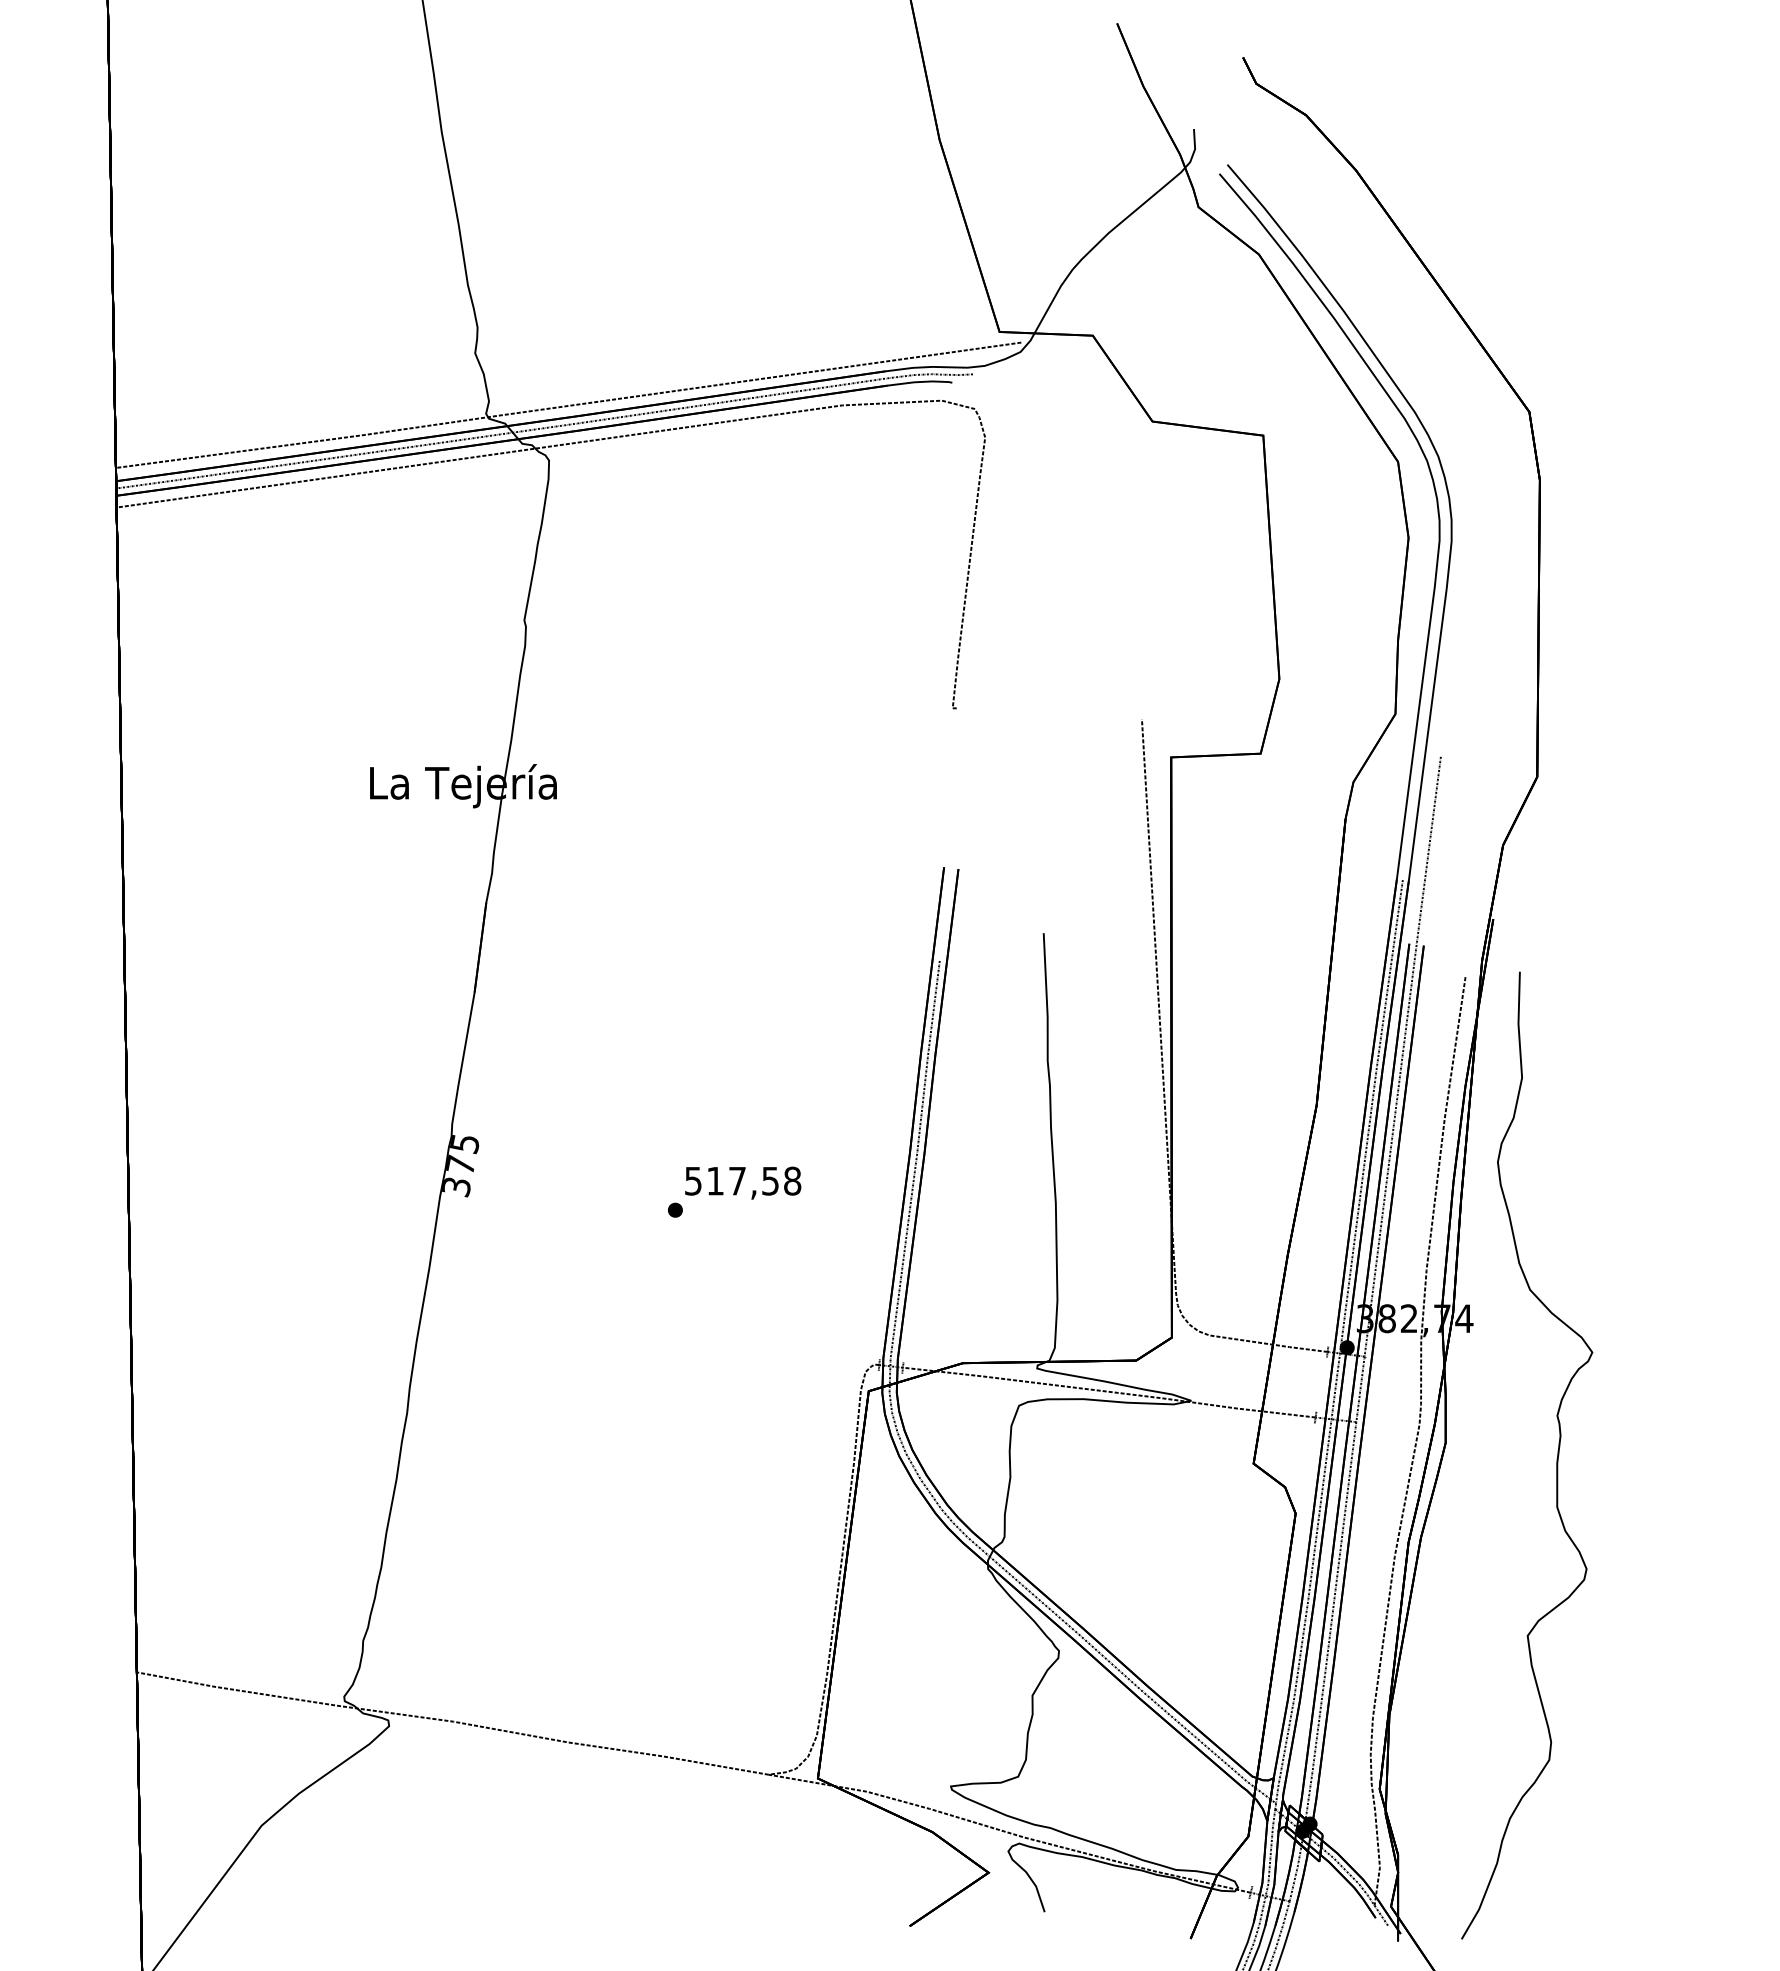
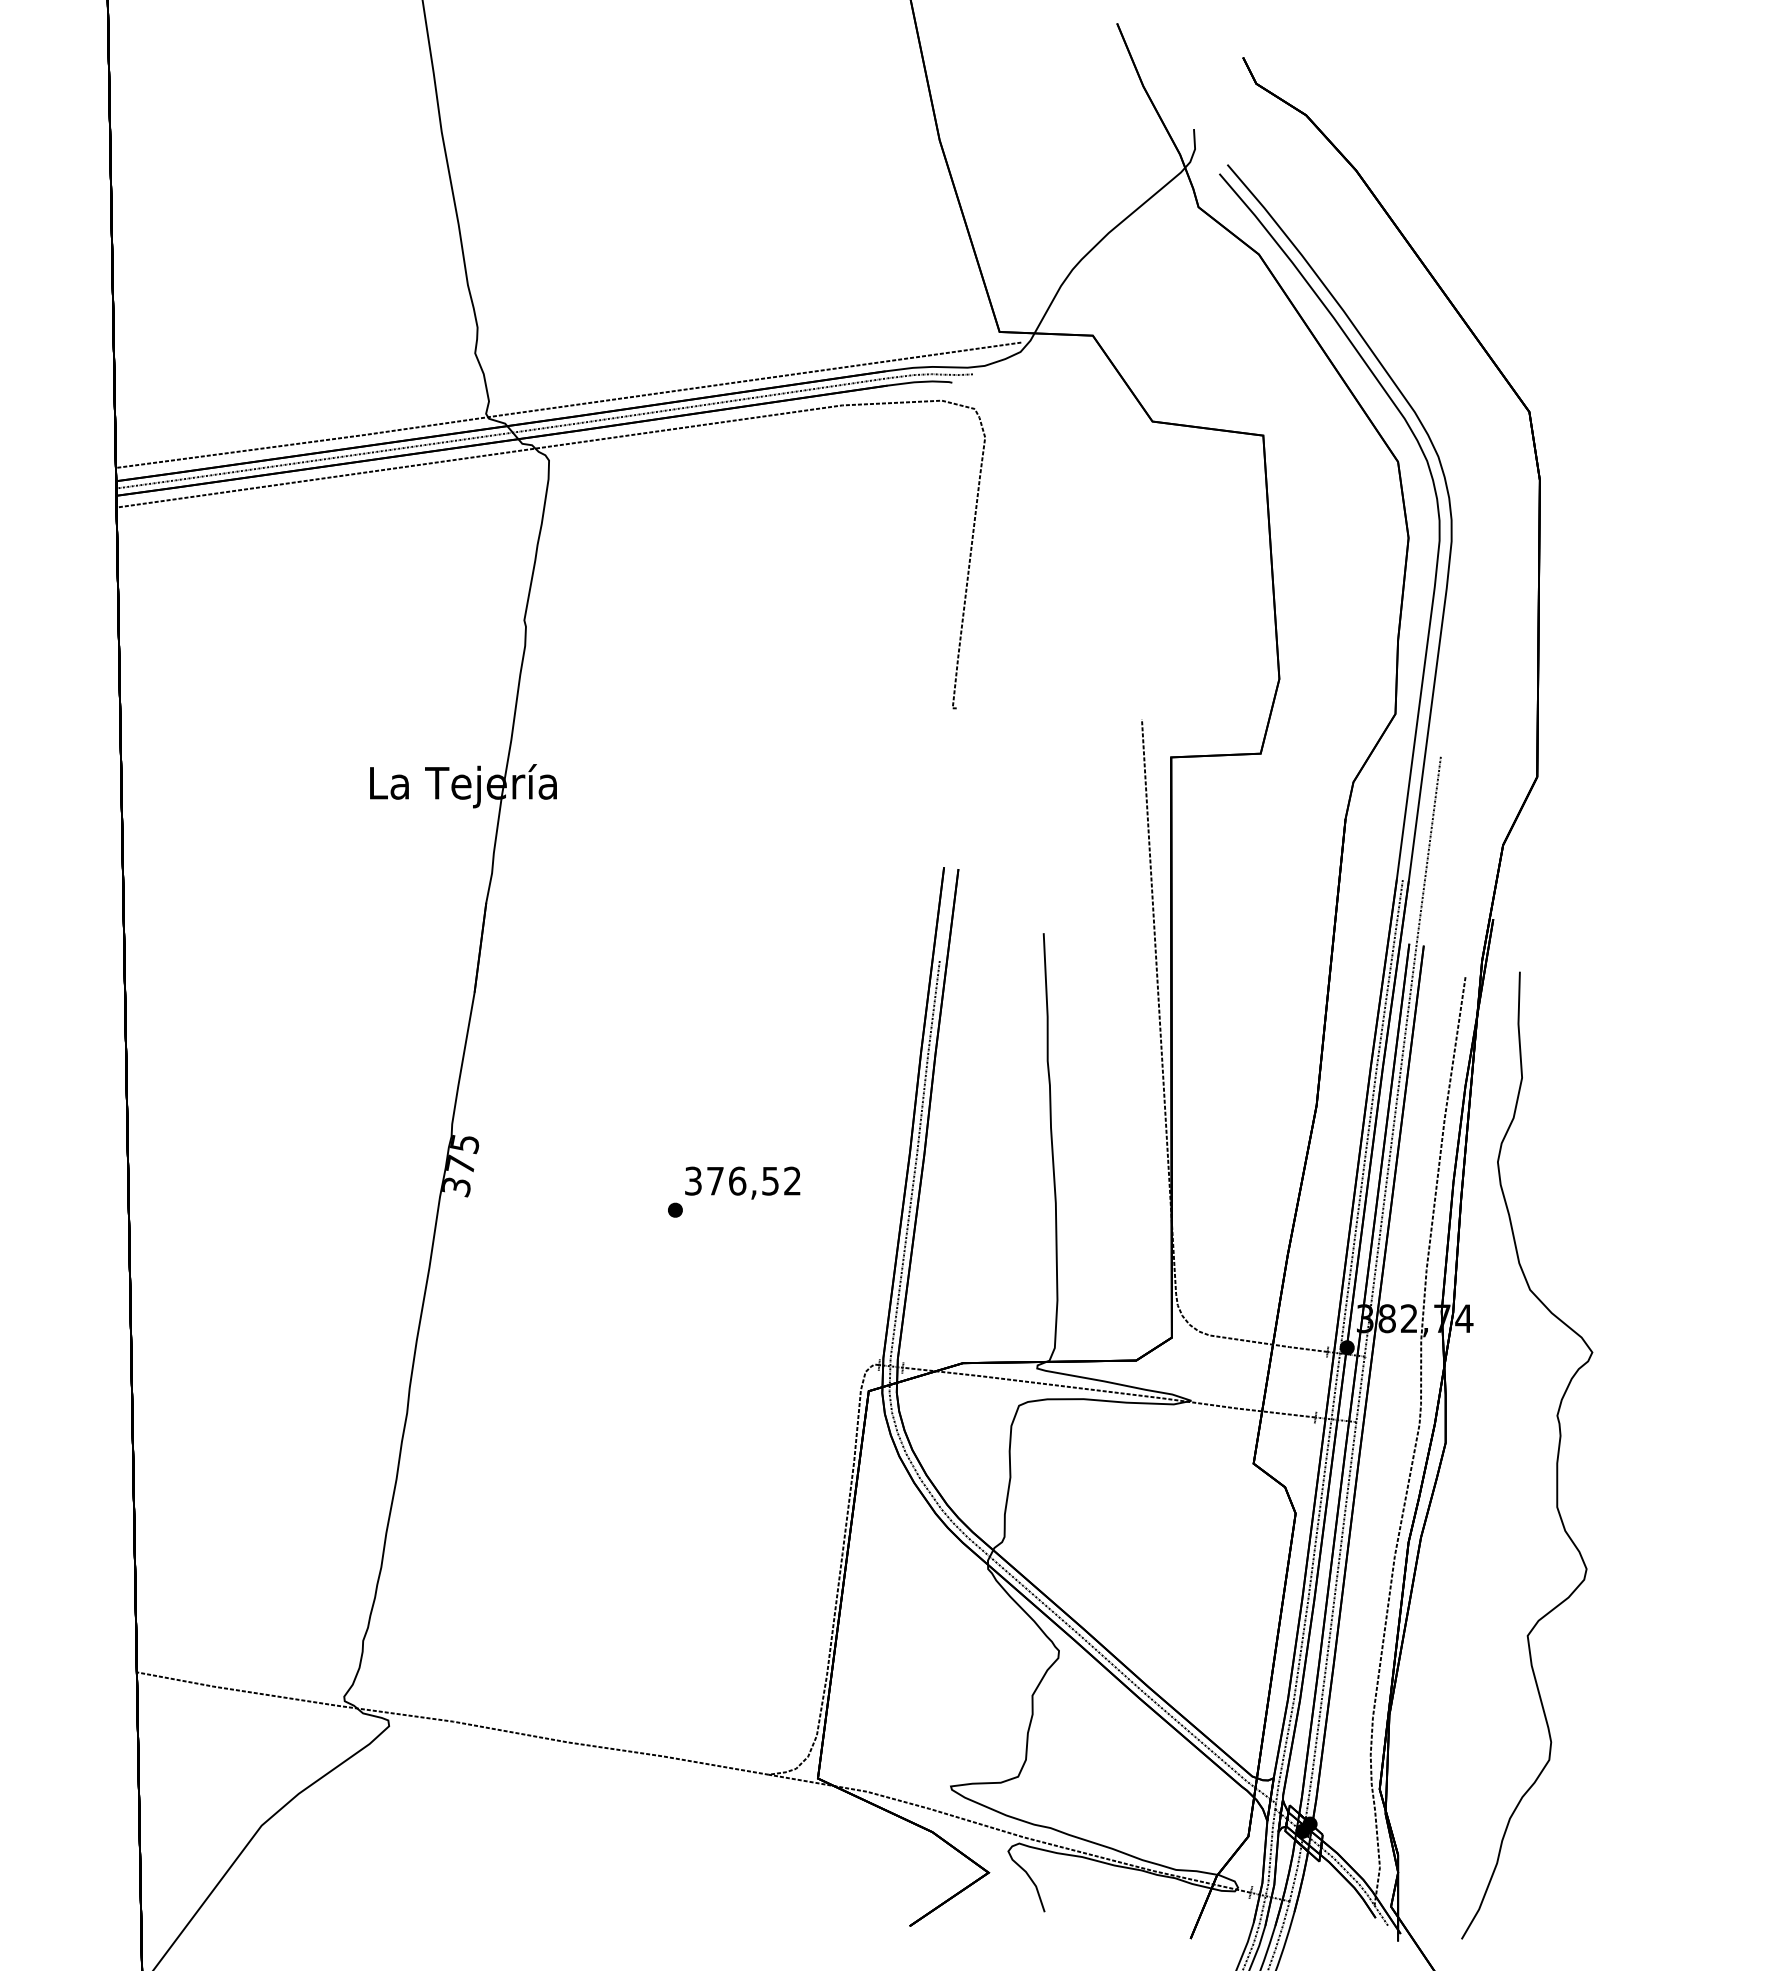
text at (743, 1180): 517,58 -> 376,52
